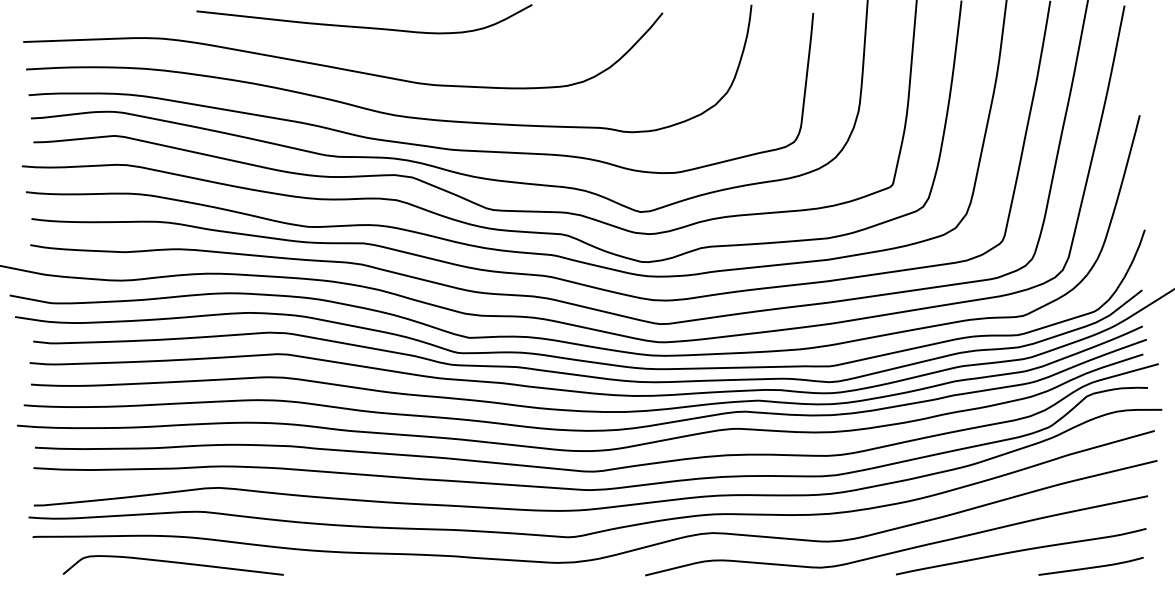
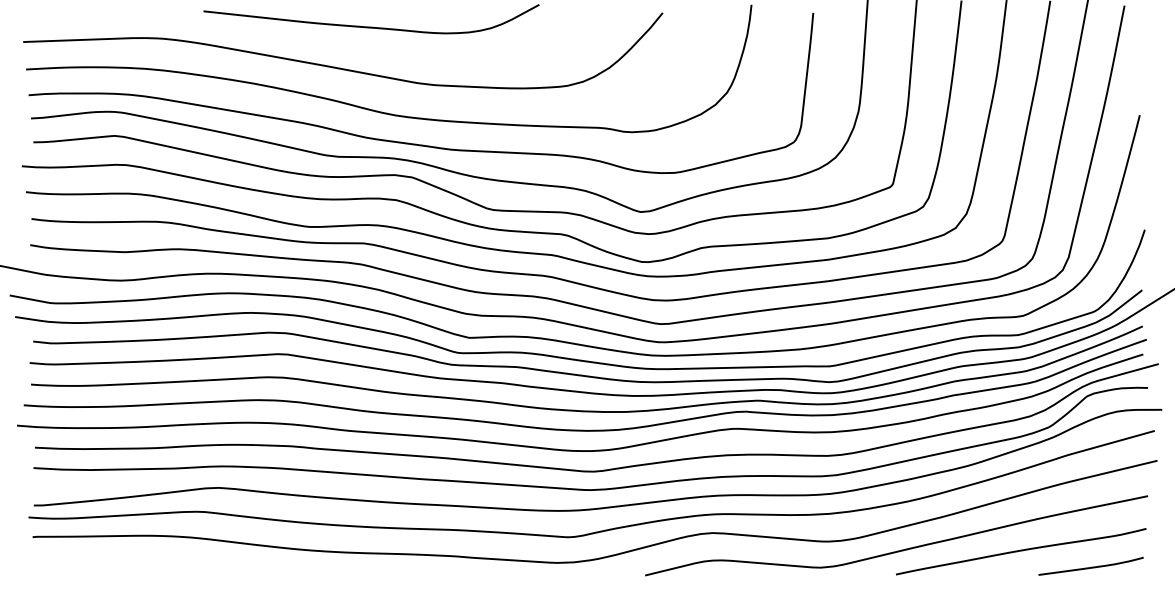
curve at (364, 26) position: (364, 26) -> (371, 26)
curve at (173, 563): present -> none
